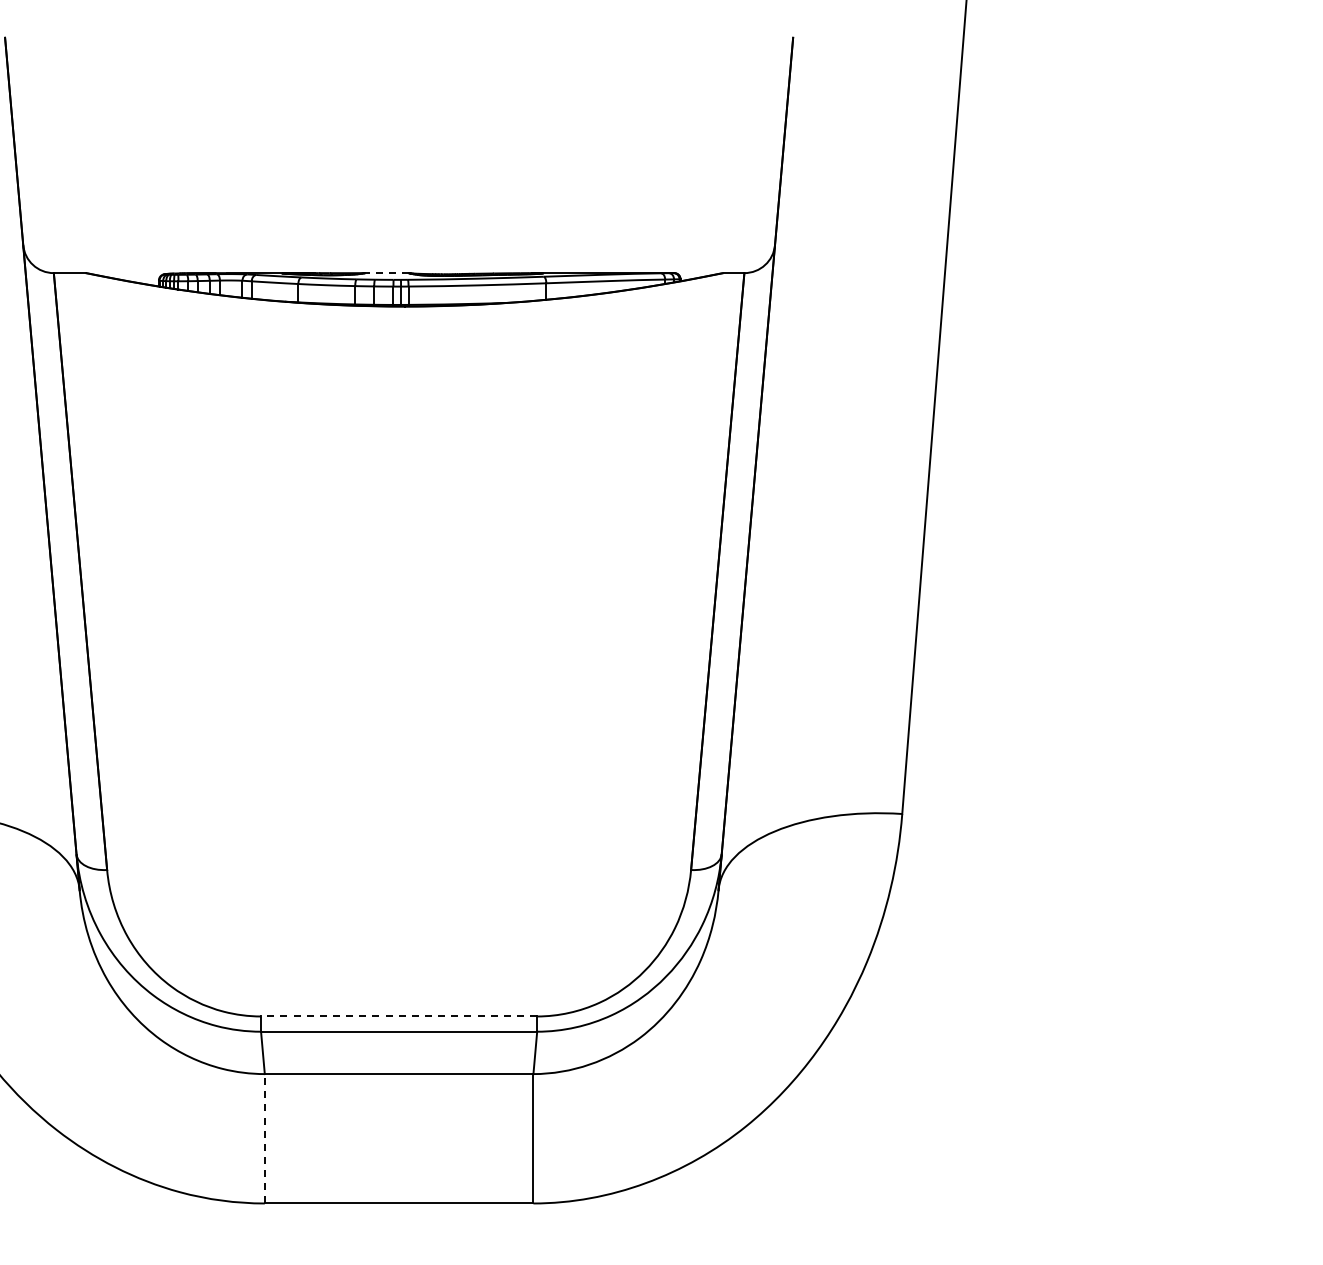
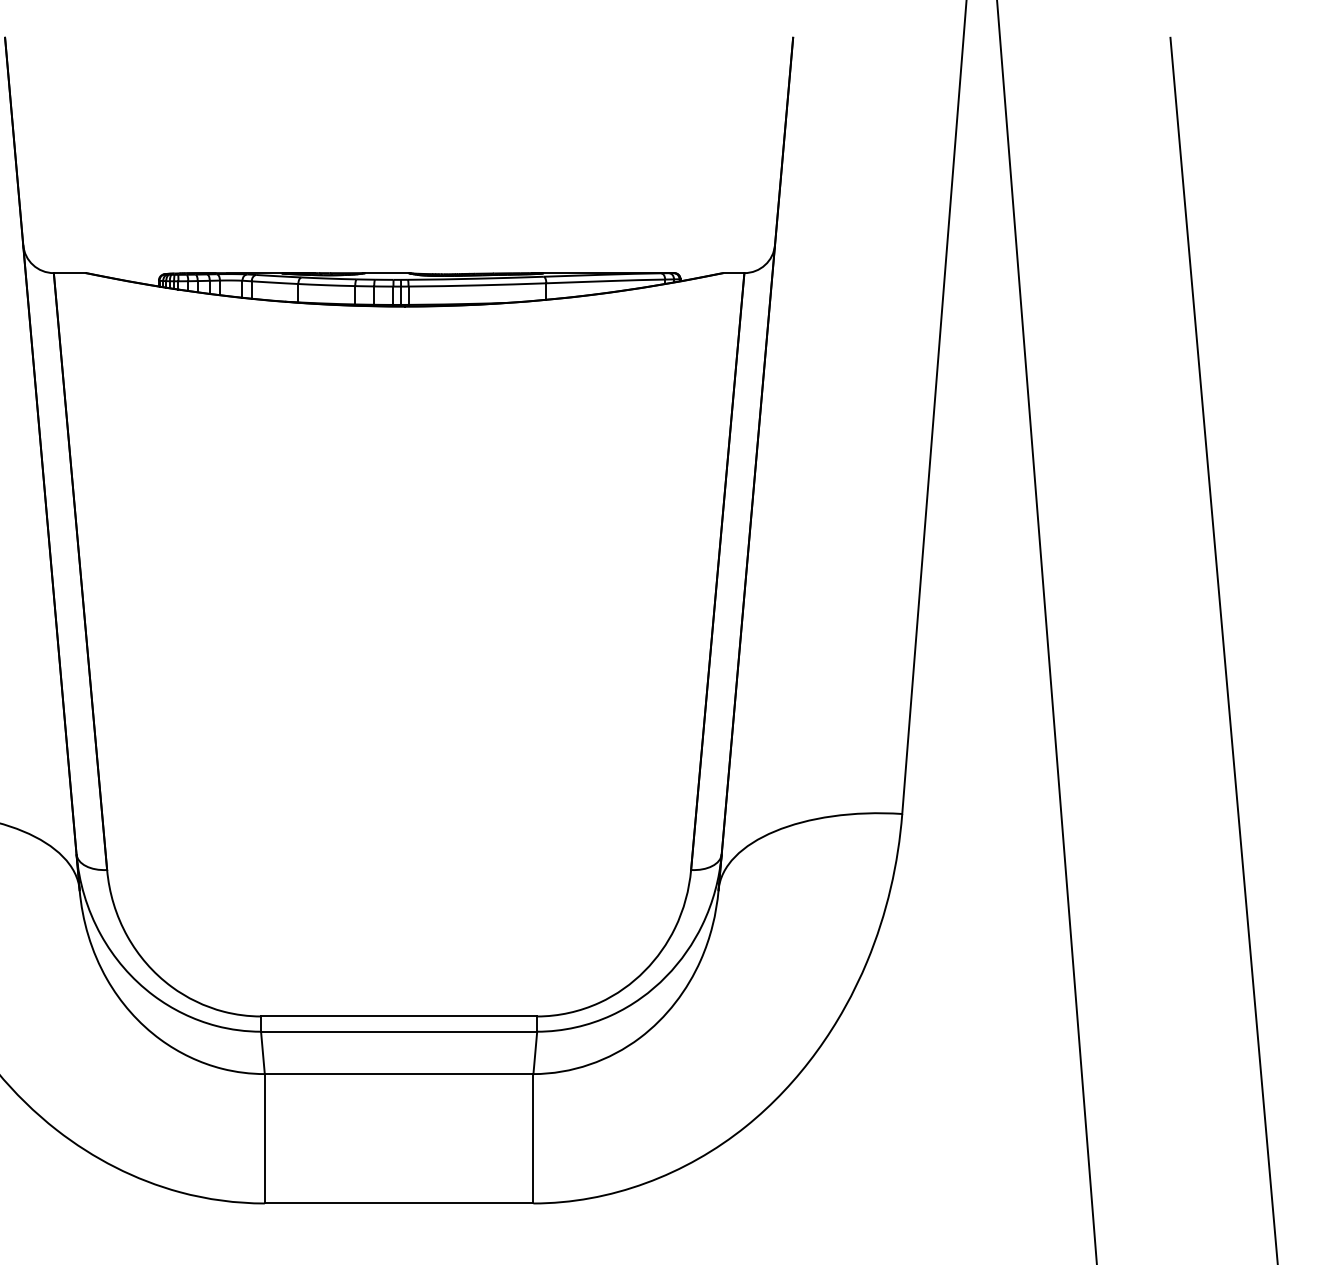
line at (386, 273): dashed -> solid
line at (1046, 631): none -> present
line at (1223, 649): none -> present
line at (398, 1016): dashed -> solid
line at (264, 1138): dashed -> solid
